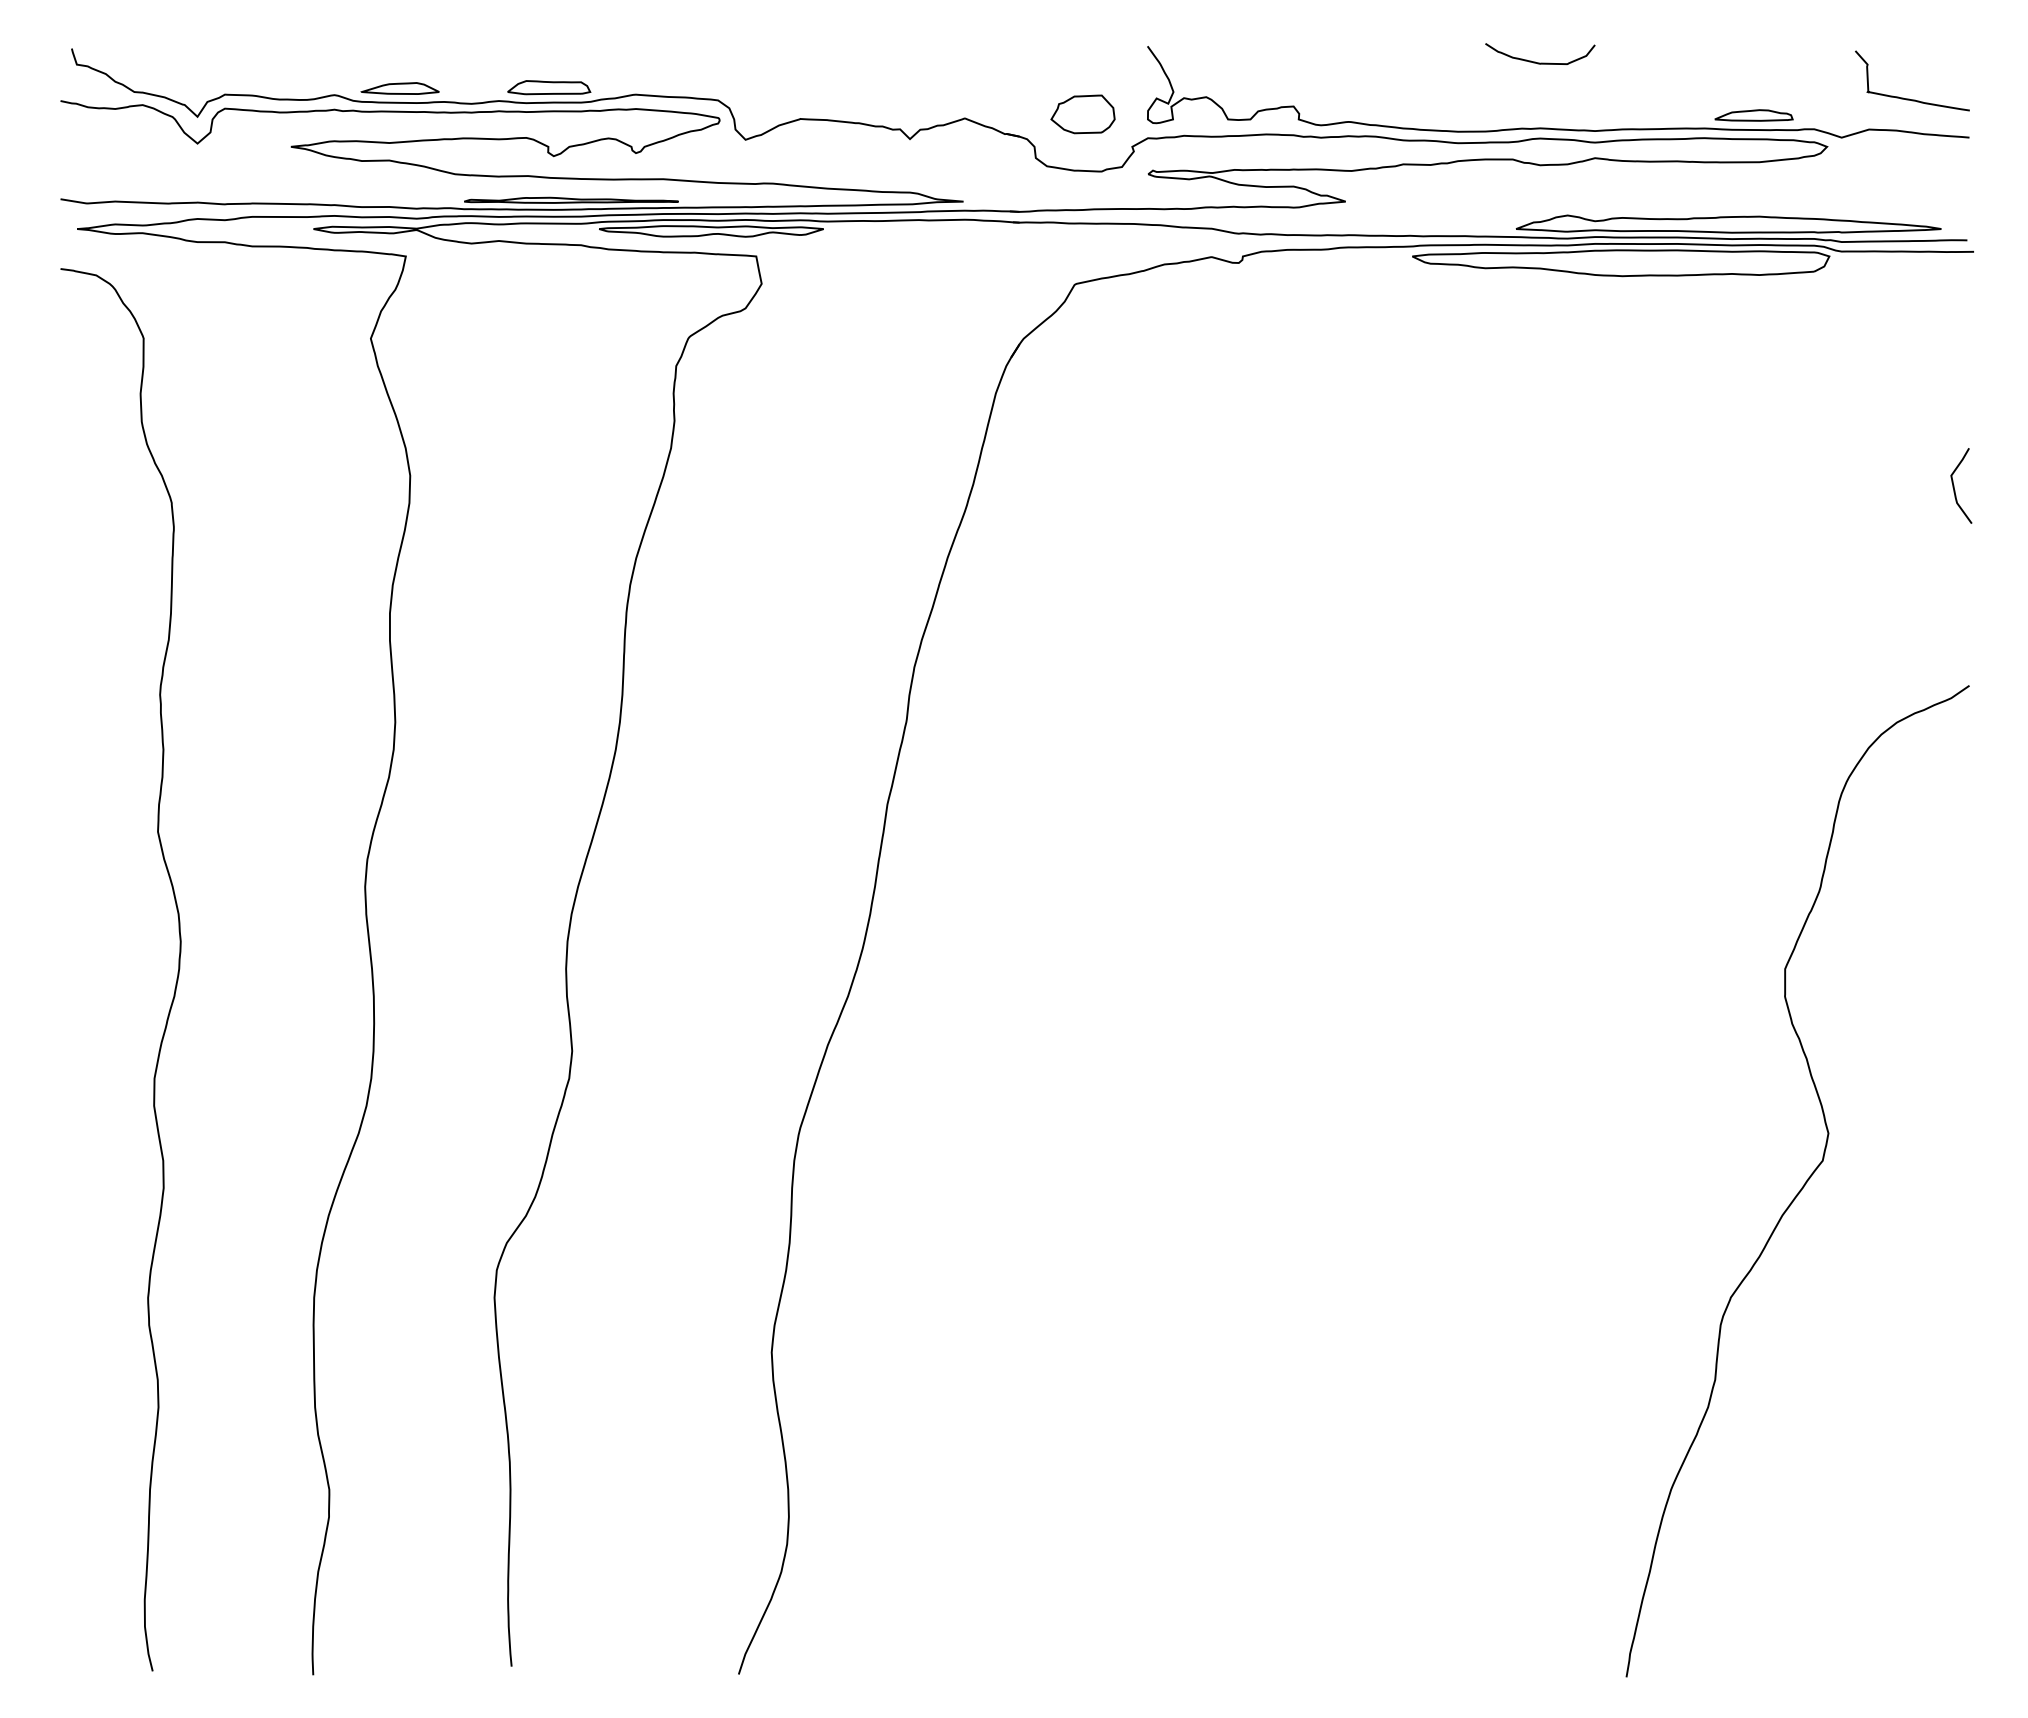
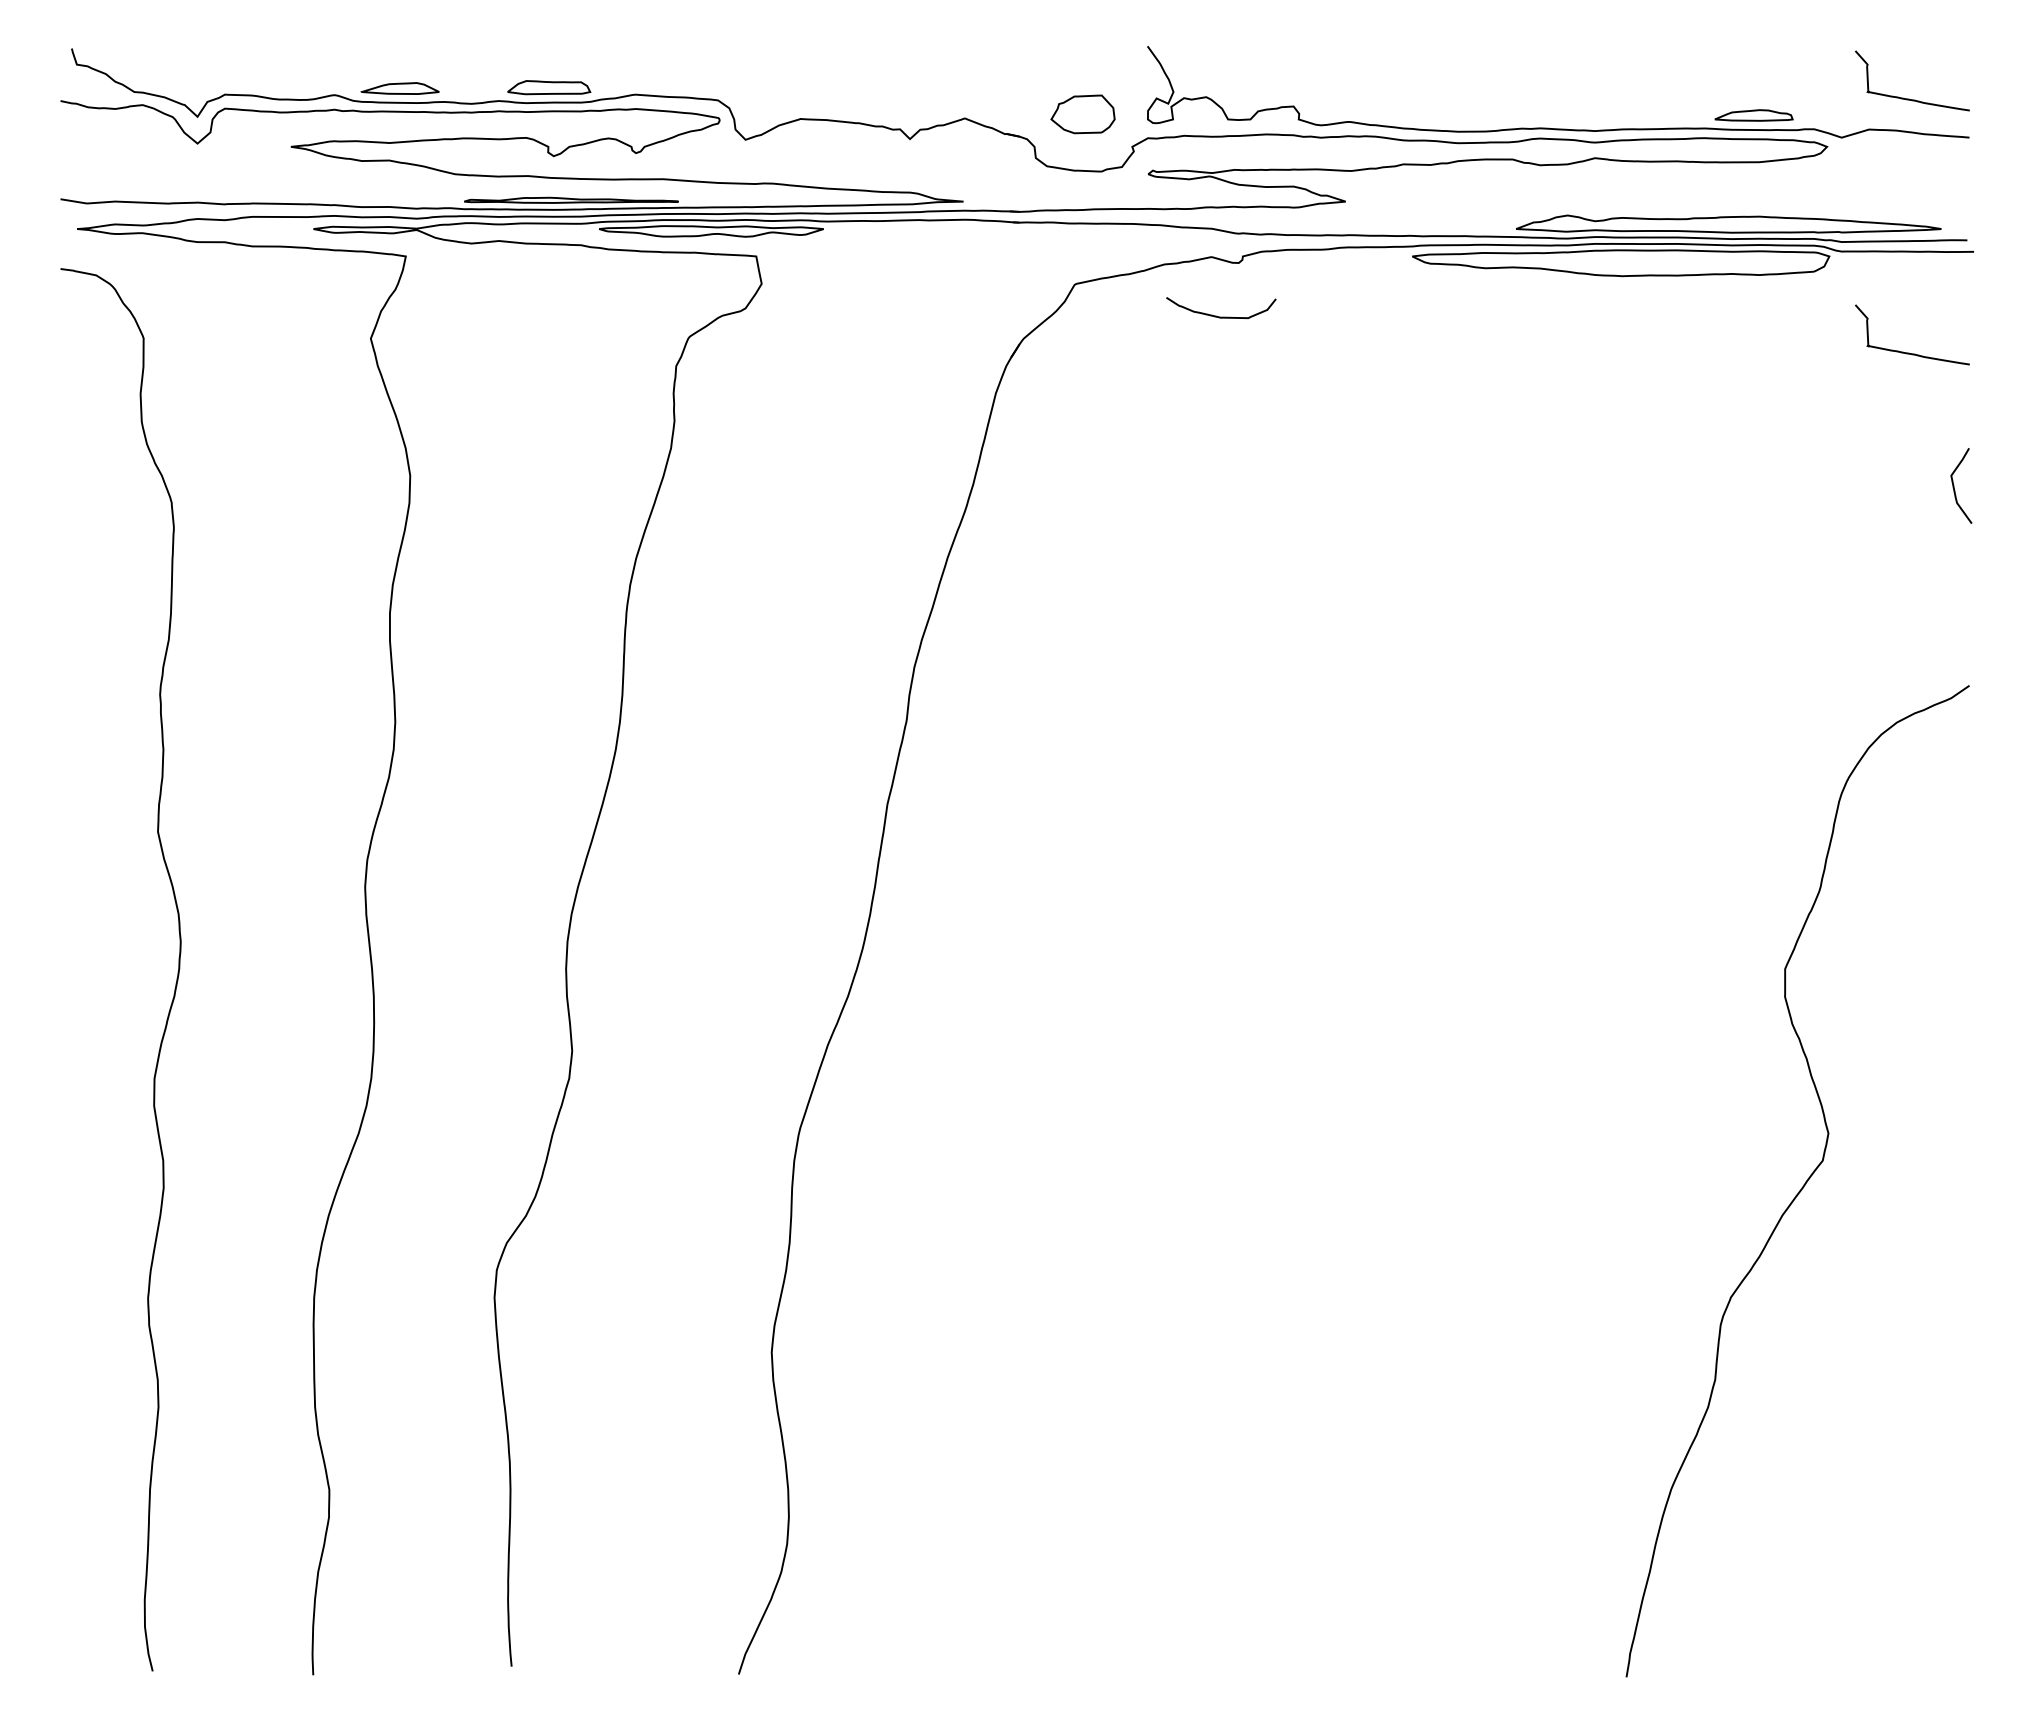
curve at (1540, 62) position: (1540, 62) -> (1221, 316)
curve at (1909, 352): none -> present
